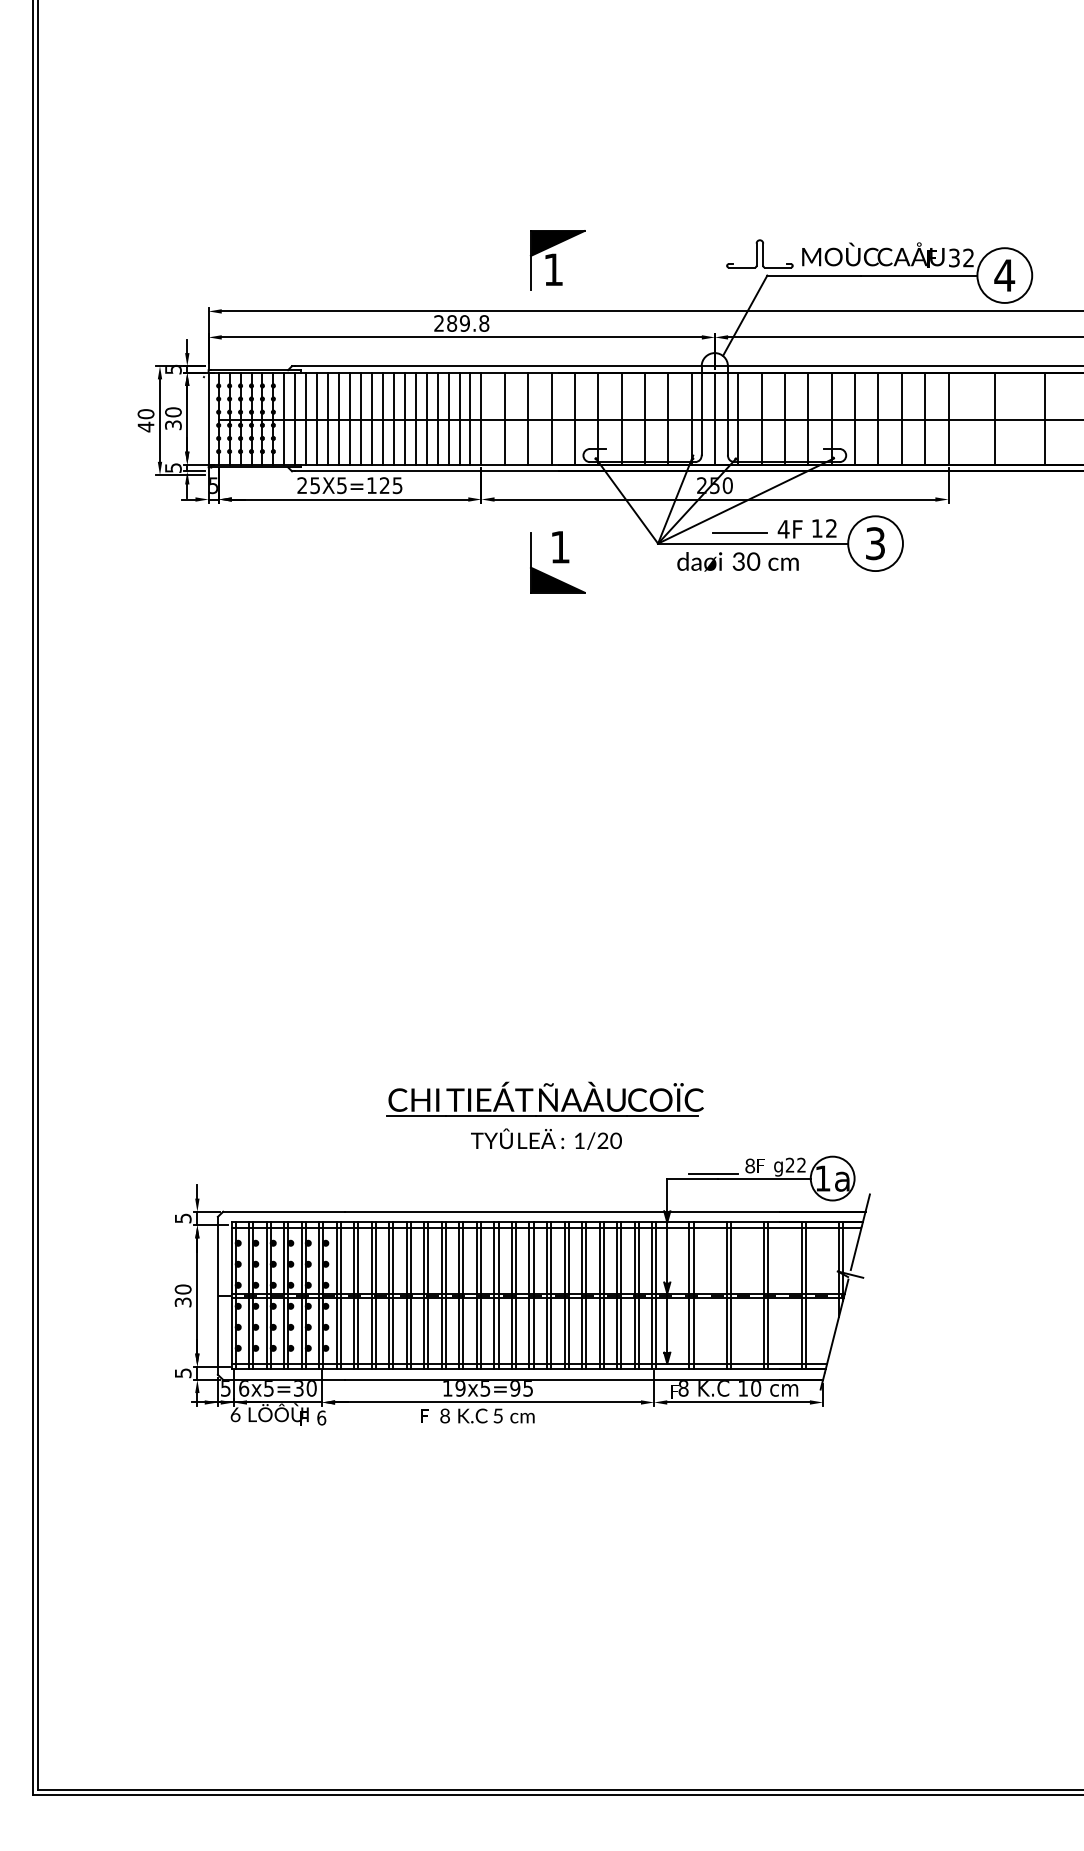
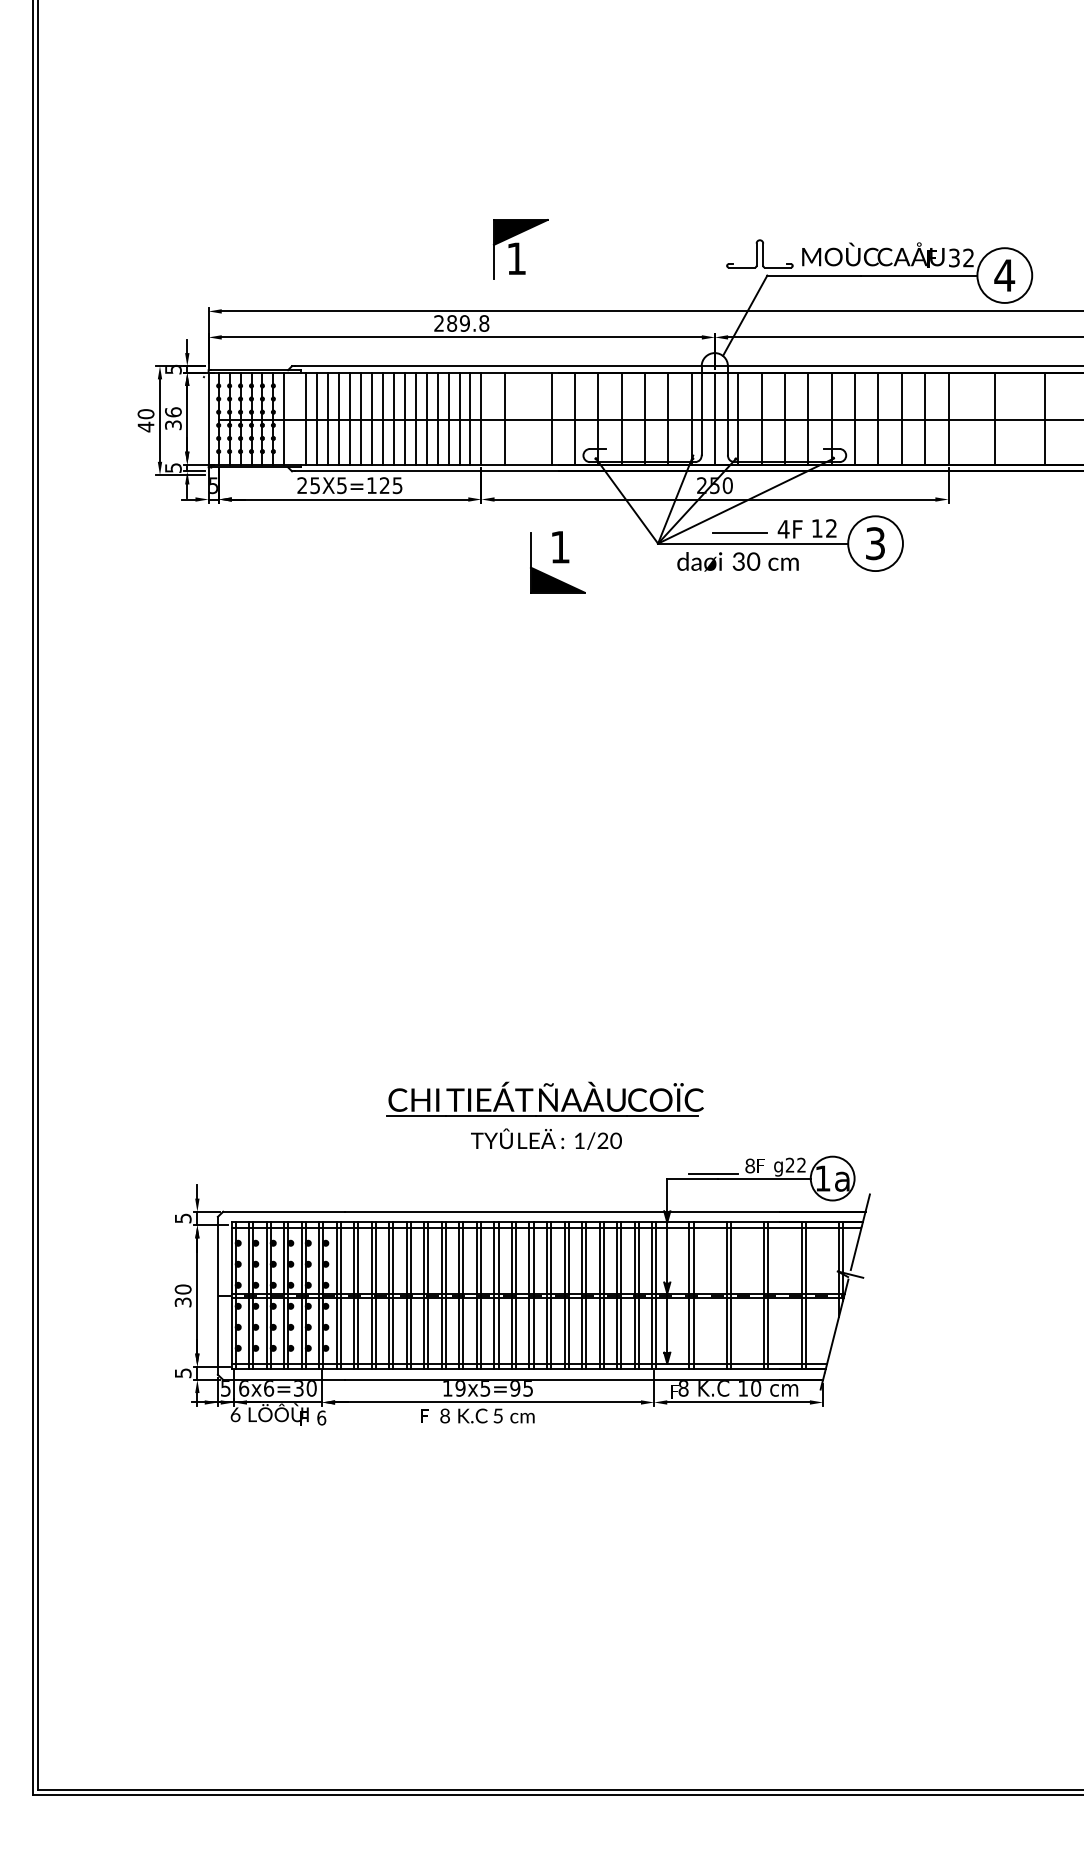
part at (557, 260) position: (557, 260) -> (520, 249)
text at (173, 412): 30 -> 36
line at (295, 418): present -> none
line at (528, 418): present -> none
text at (269, 1388): 6x5=30 -> 6x6=30
